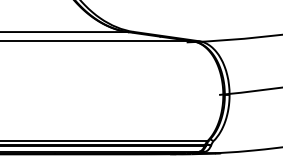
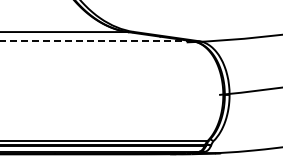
line at (96, 41): solid -> dashed
